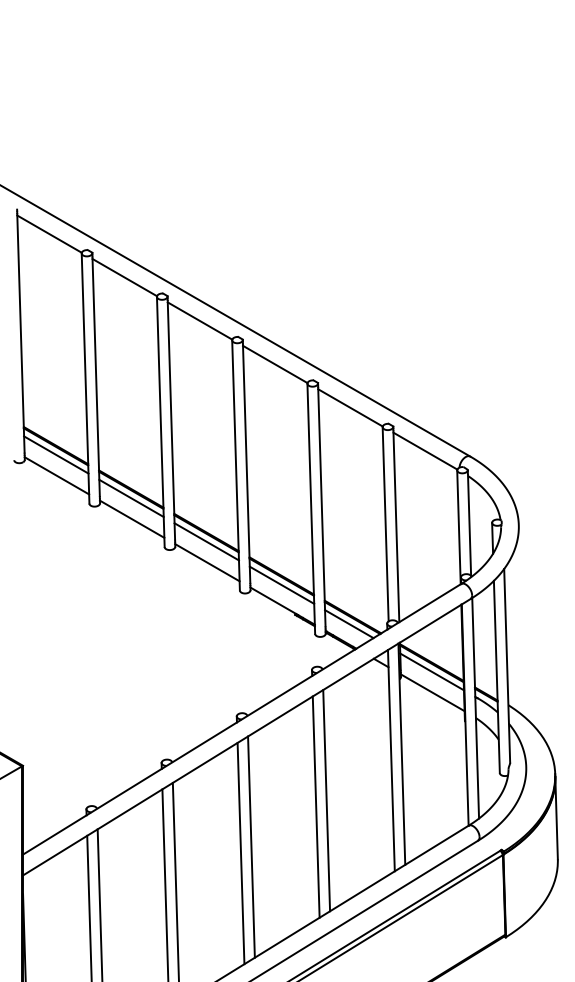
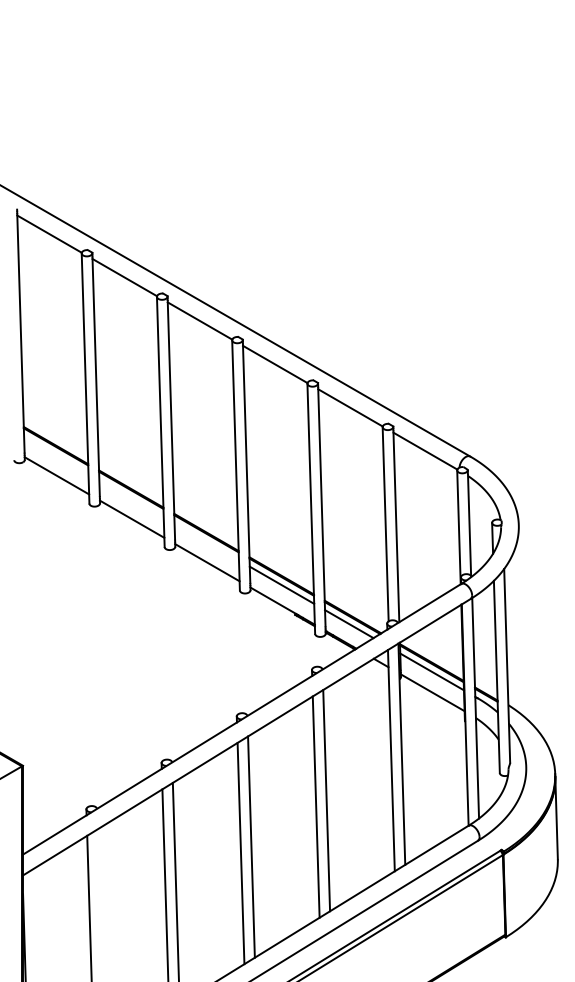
line at (56, 454): present -> none
line at (131, 498): present -> none
line at (206, 541): present -> none
line at (99, 903): present -> none
